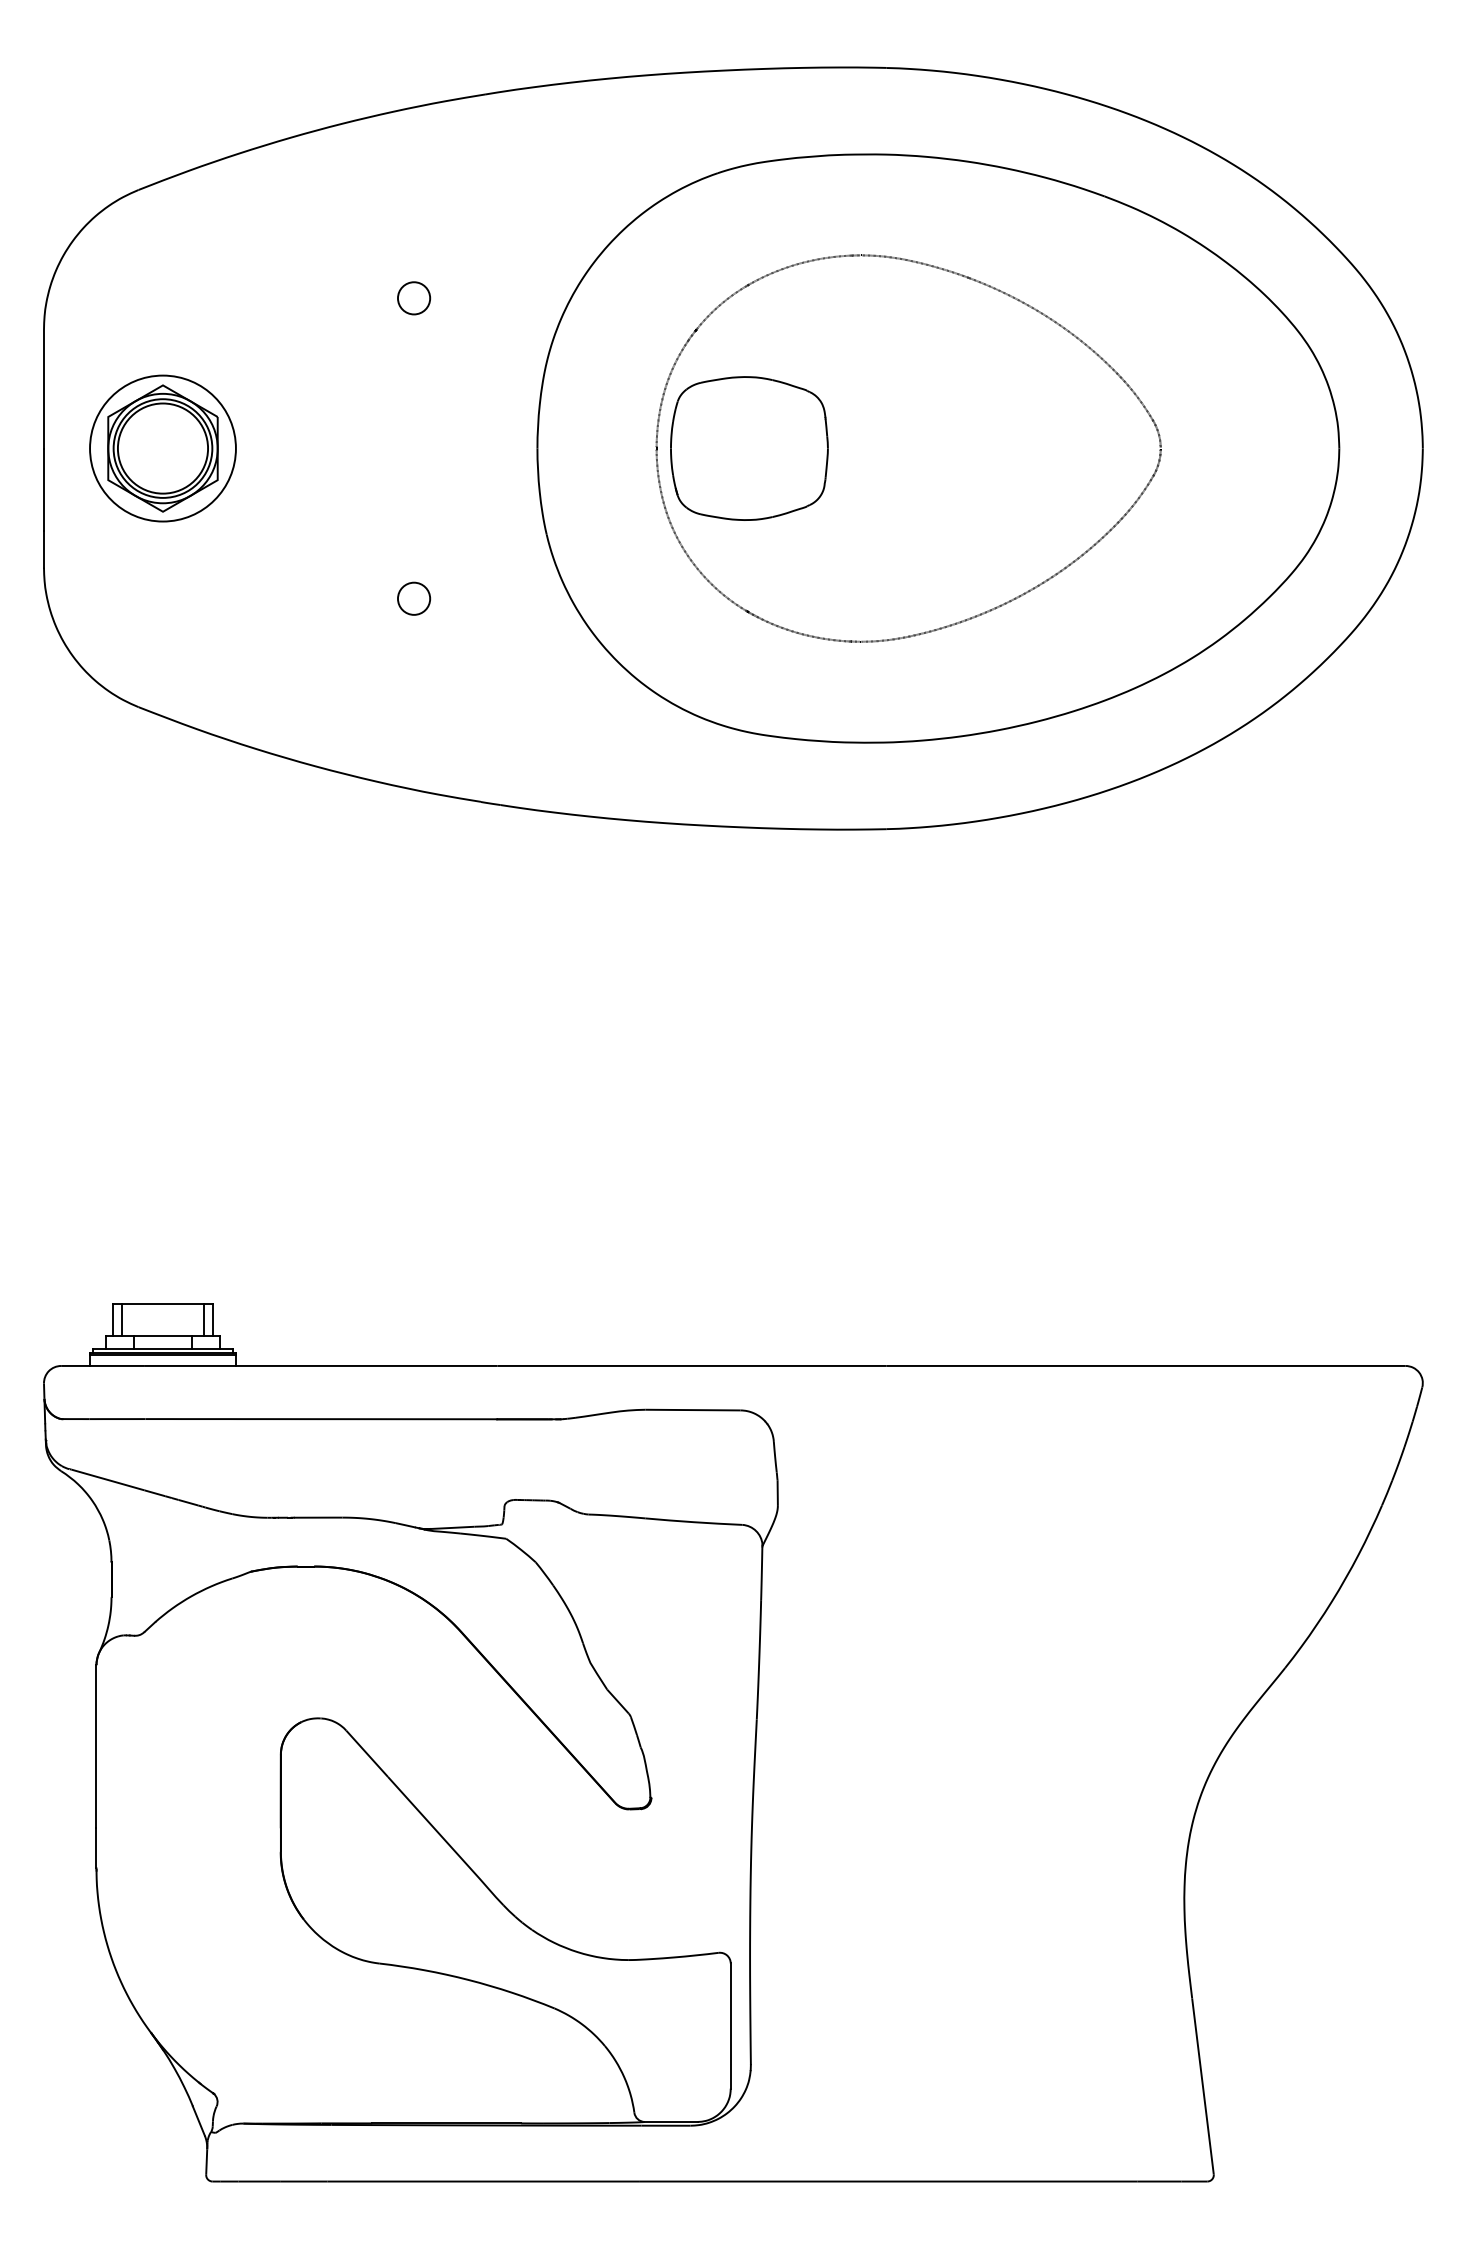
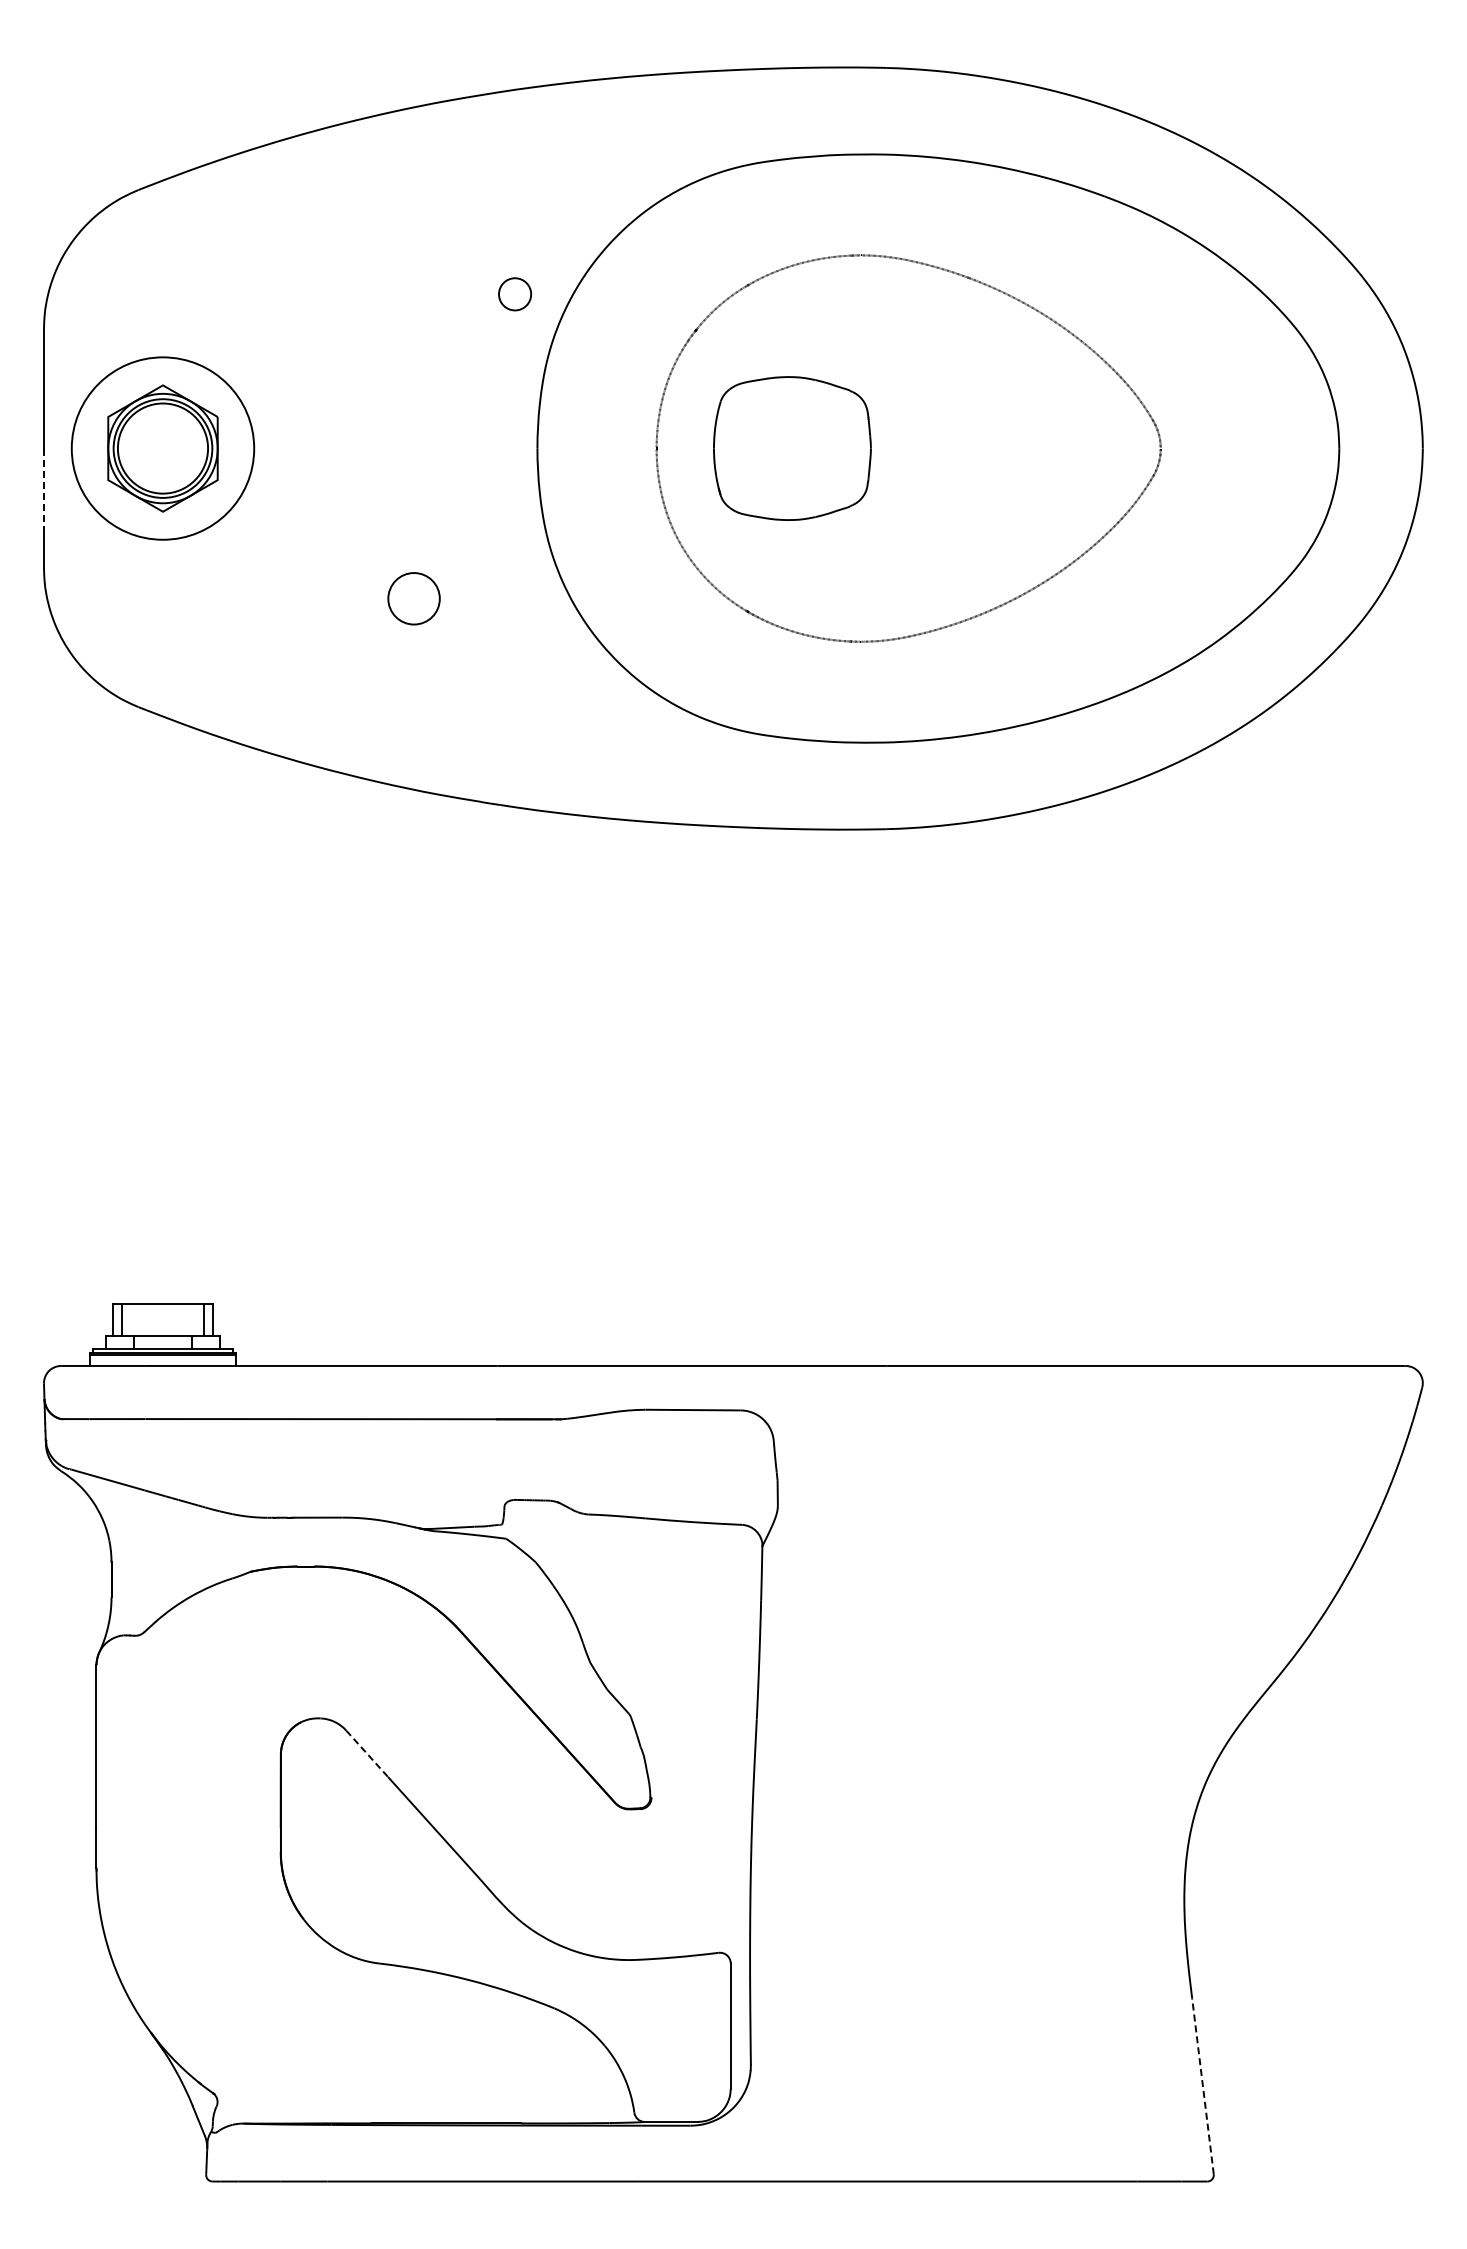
circle at (414, 298) position: (414, 298) -> (515, 294)
circle at (162, 448) diameter: 146 px -> 182 px
part at (749, 448) position: (749, 448) -> (792, 448)
line at (44, 489): solid -> dashed
circle at (414, 598) diameter: 32 px -> 52 px
line at (366, 1753): solid -> dashed
line at (1202, 2085): solid -> dashed
